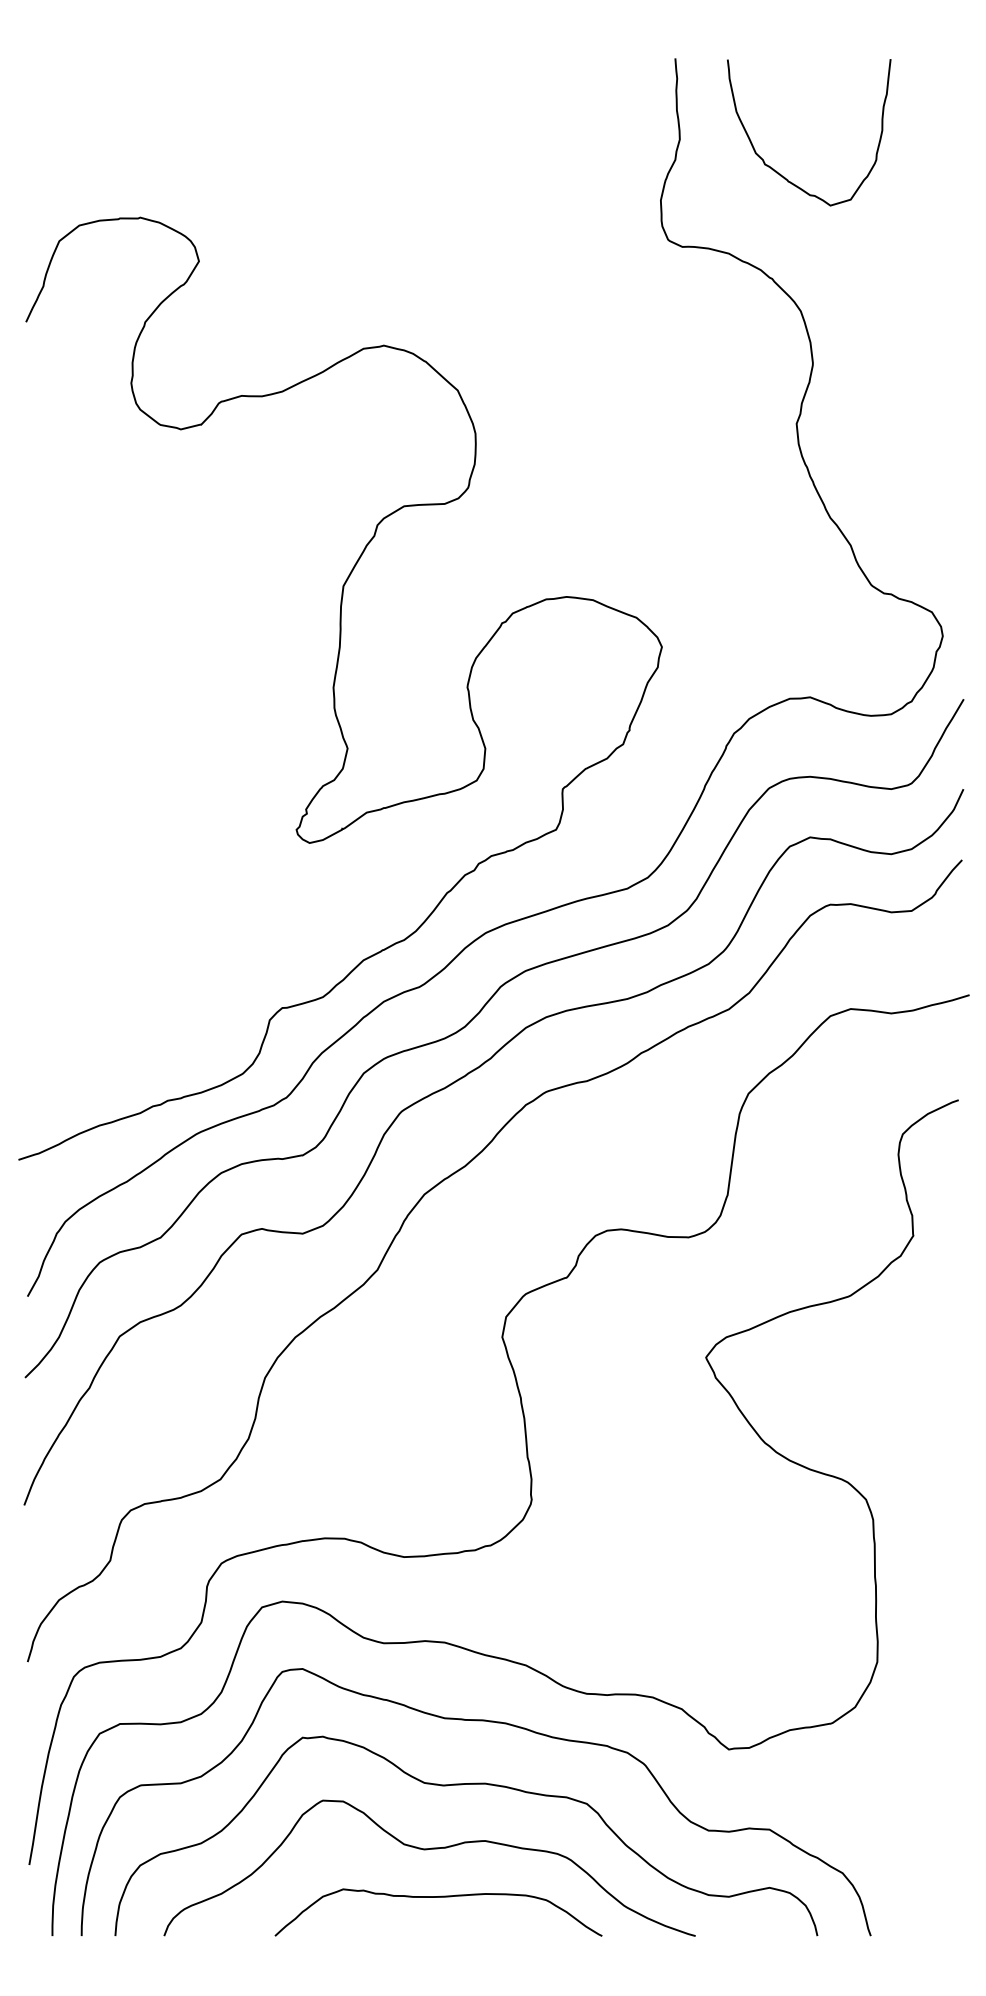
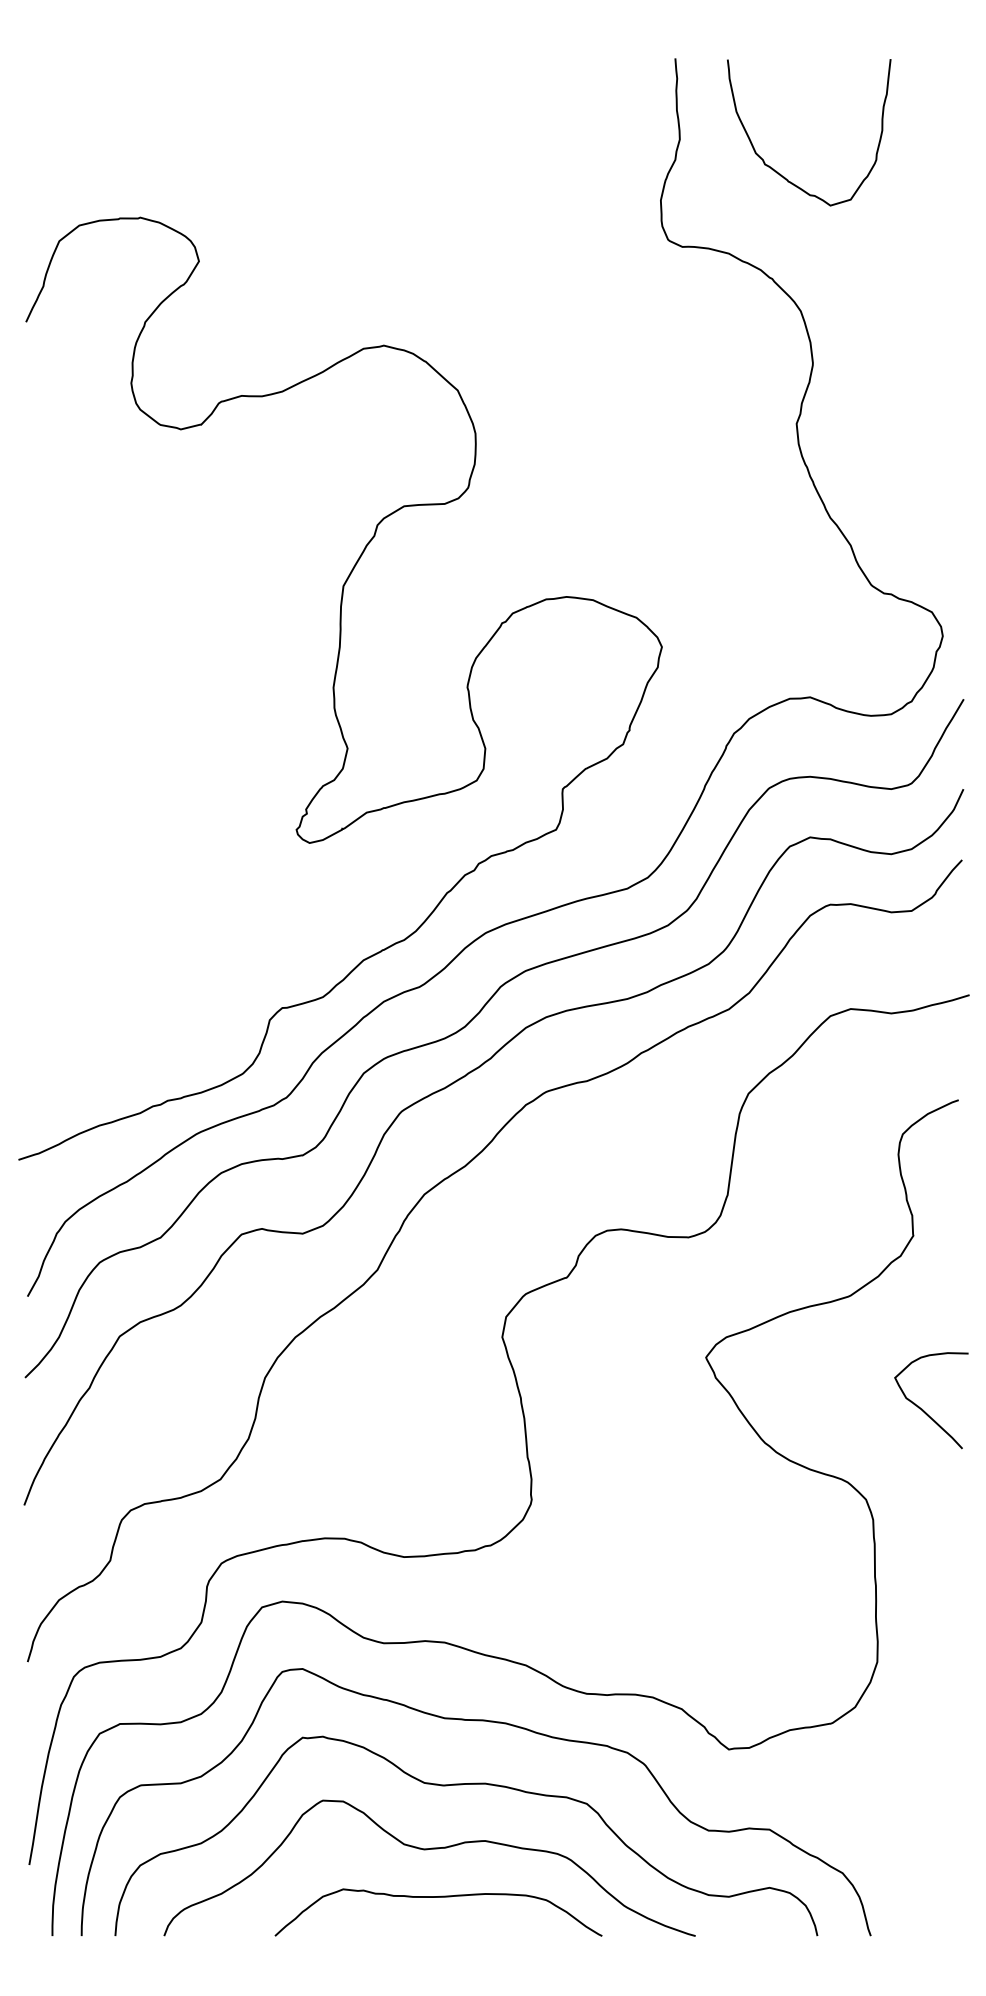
curve at (922, 1408): none -> present
